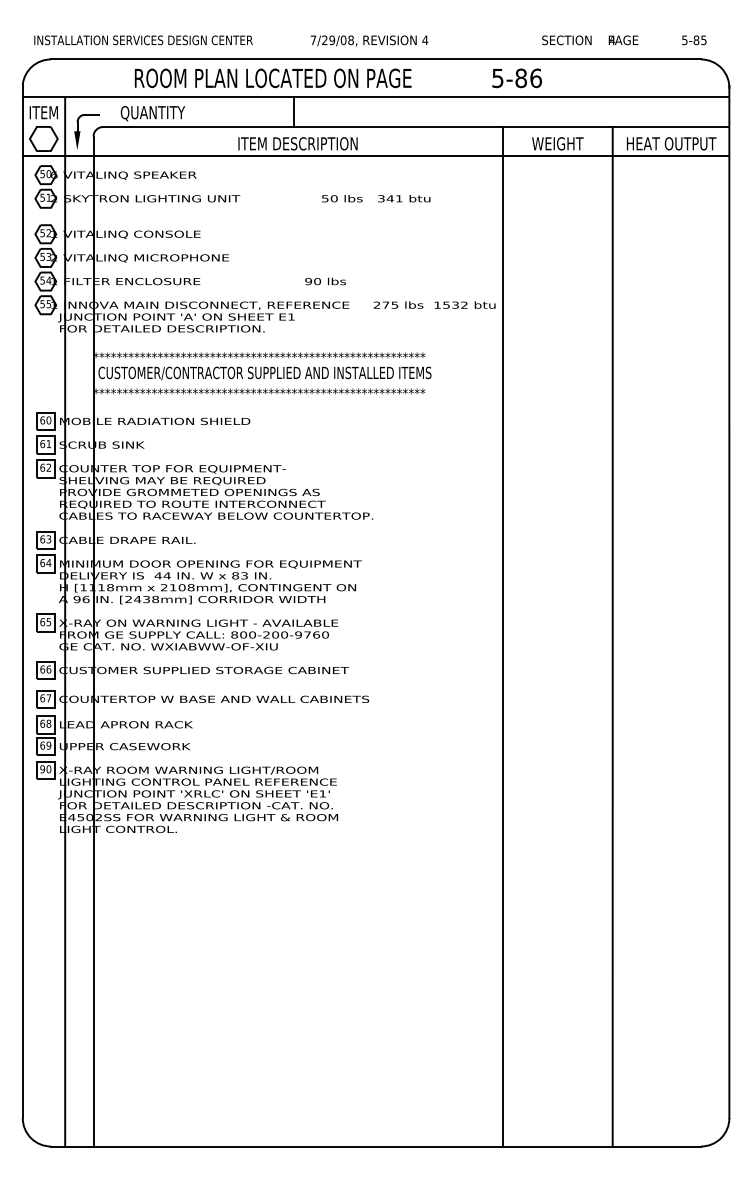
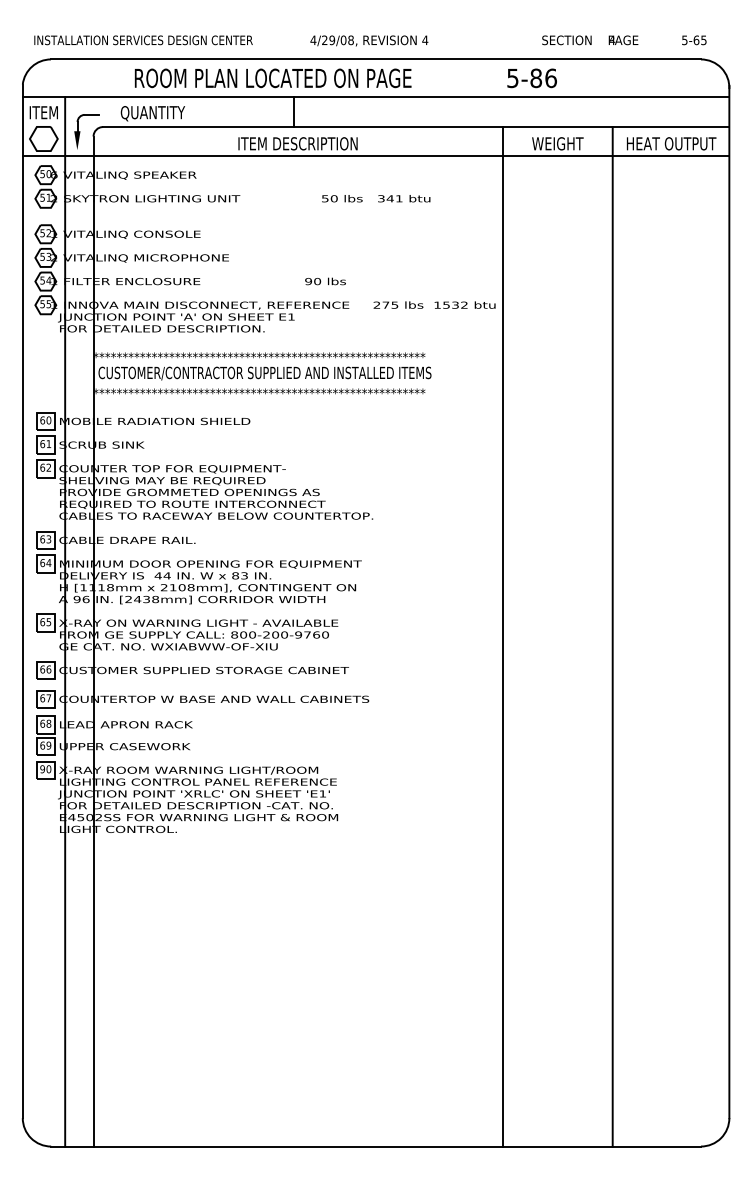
text at (313, 39): 7/29/08, -> 4/29/08,
text at (696, 39): 5-85 -> 5-65
text at (516, 78) position: (516, 78) -> (531, 78)
